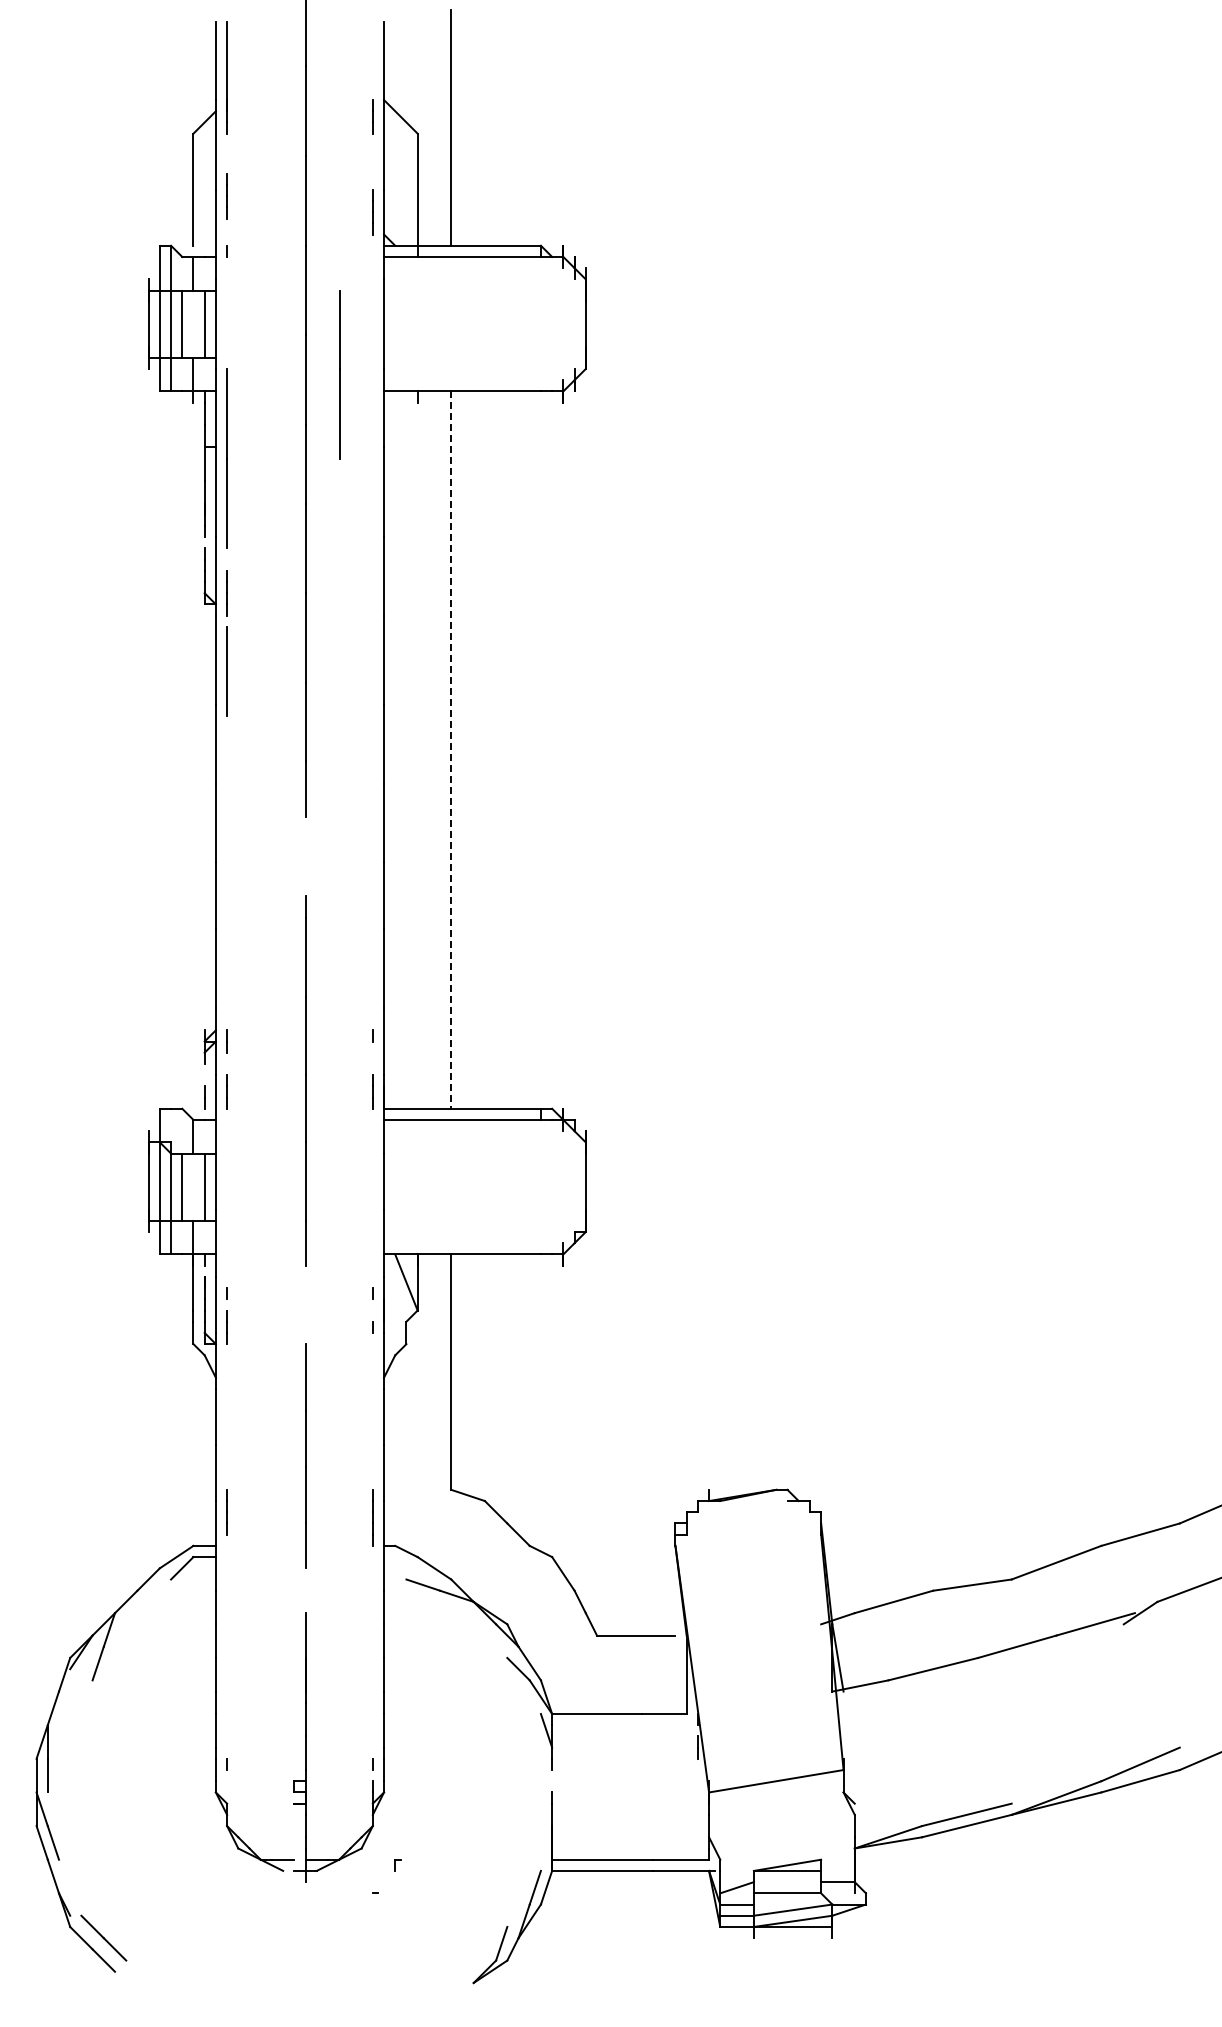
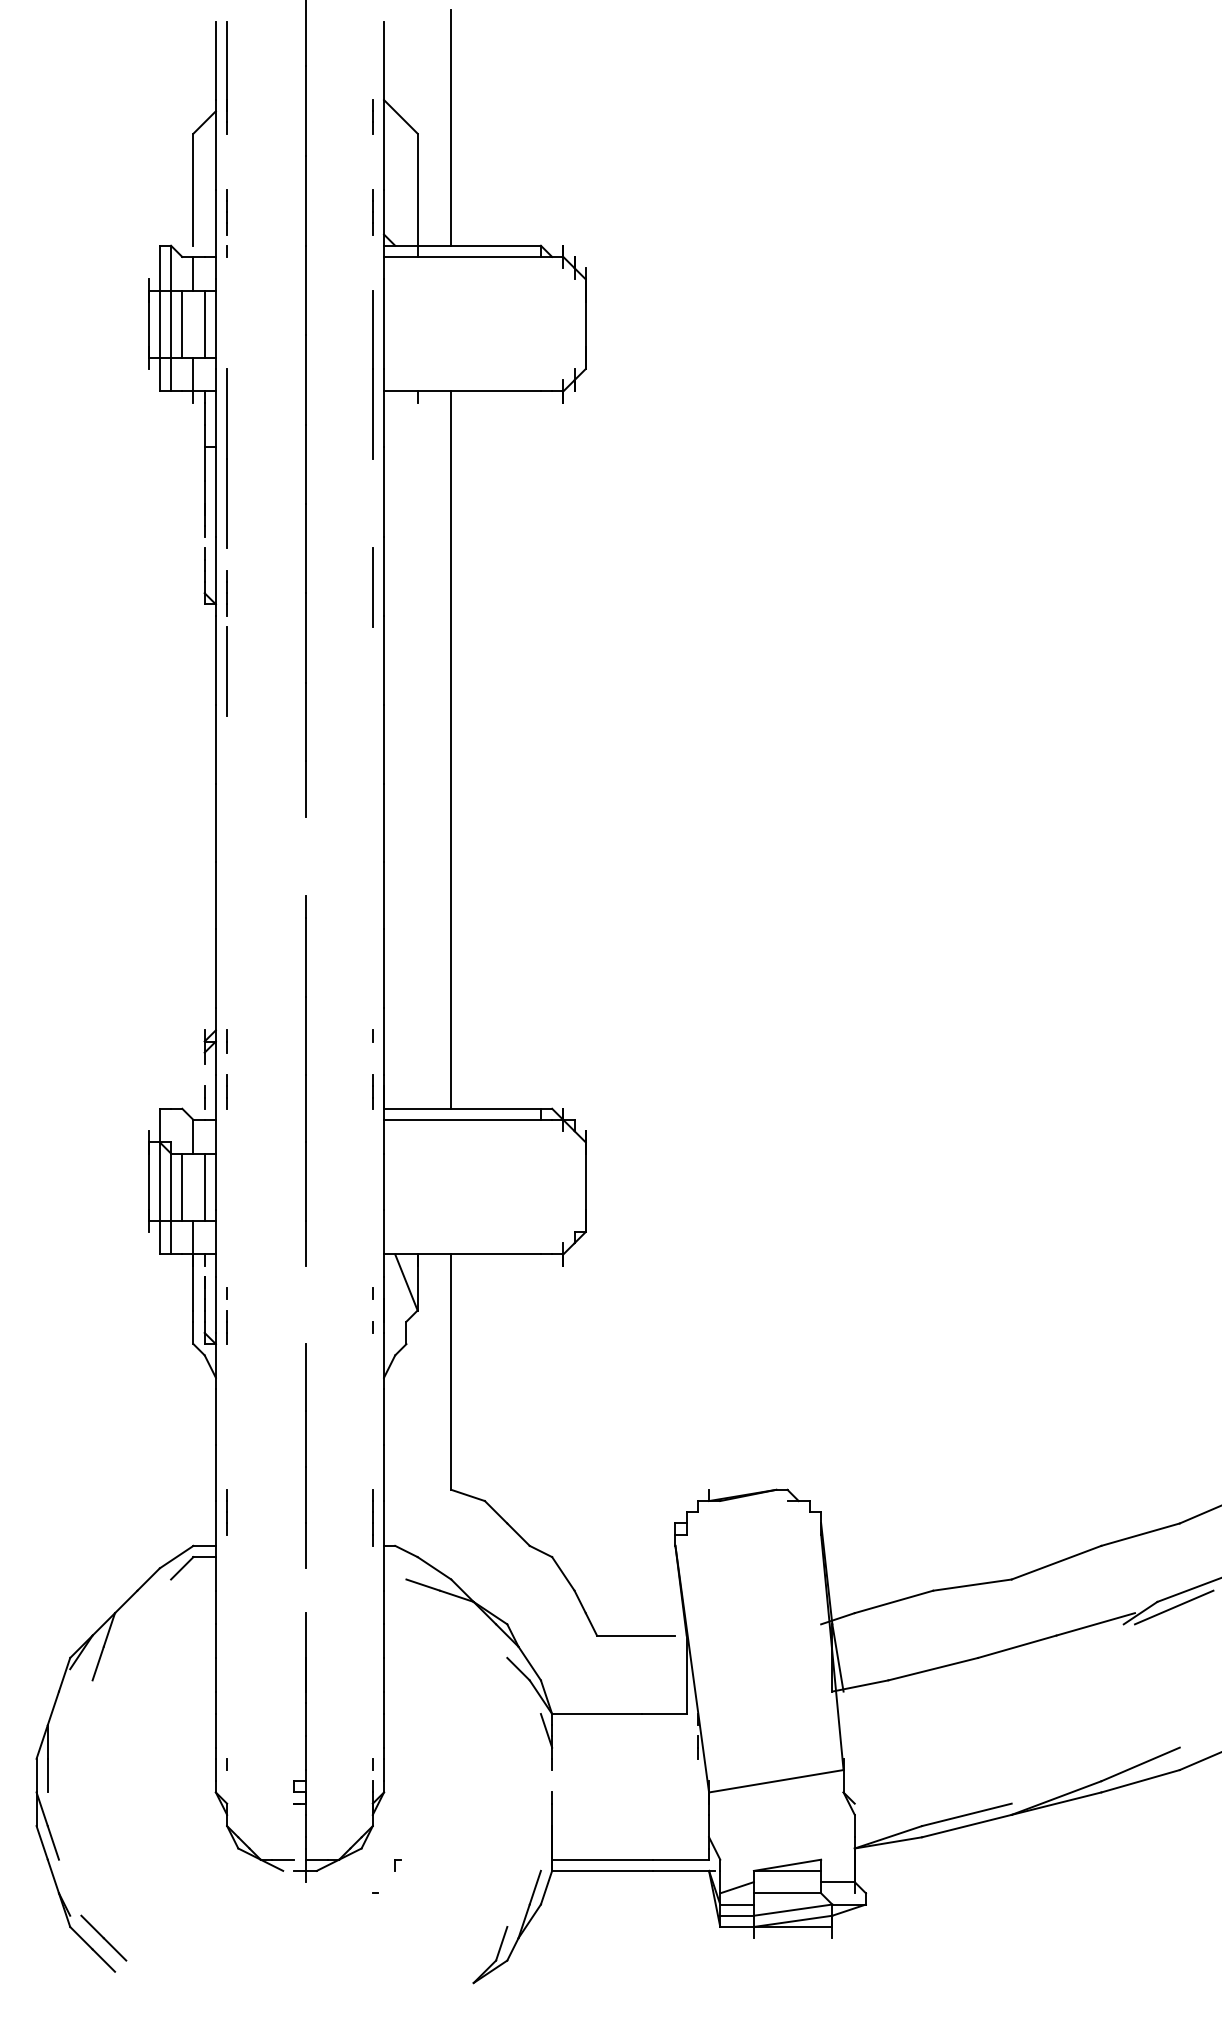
line at (226, 196) position: (226, 196) -> (226, 212)
line at (339, 374) position: (339, 374) -> (372, 374)
line at (372, 587): none -> present
line at (451, 750): dashed -> solid
line at (1173, 1607): none -> present
